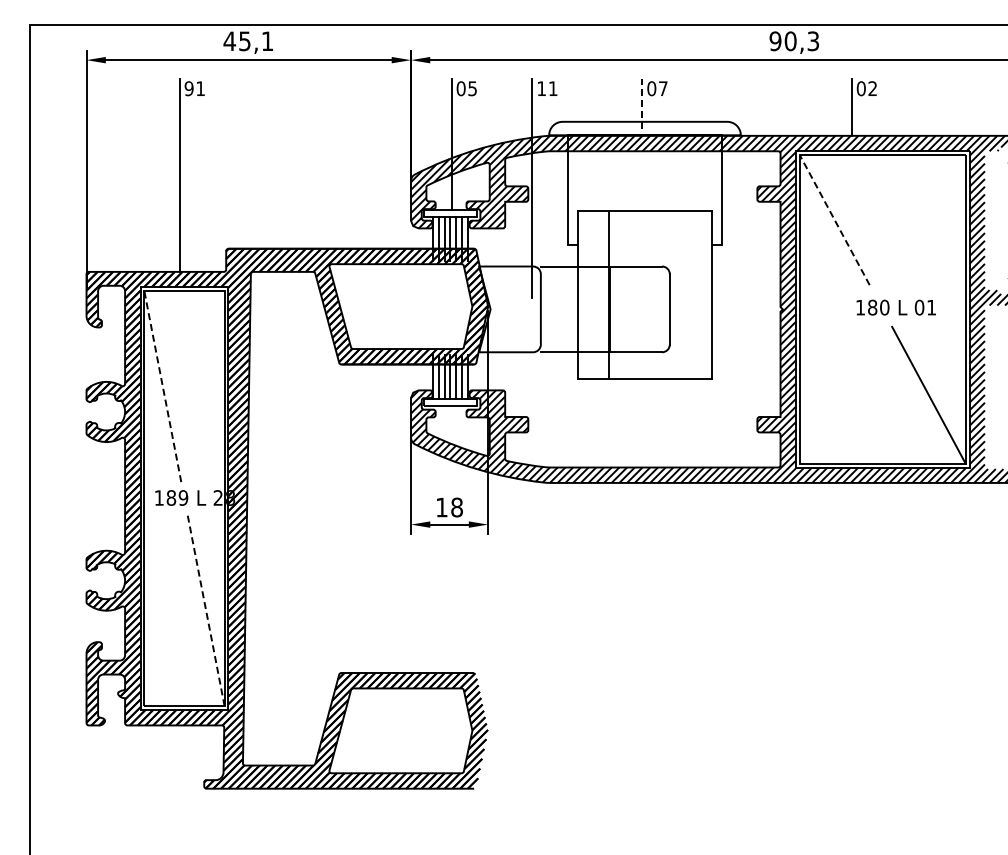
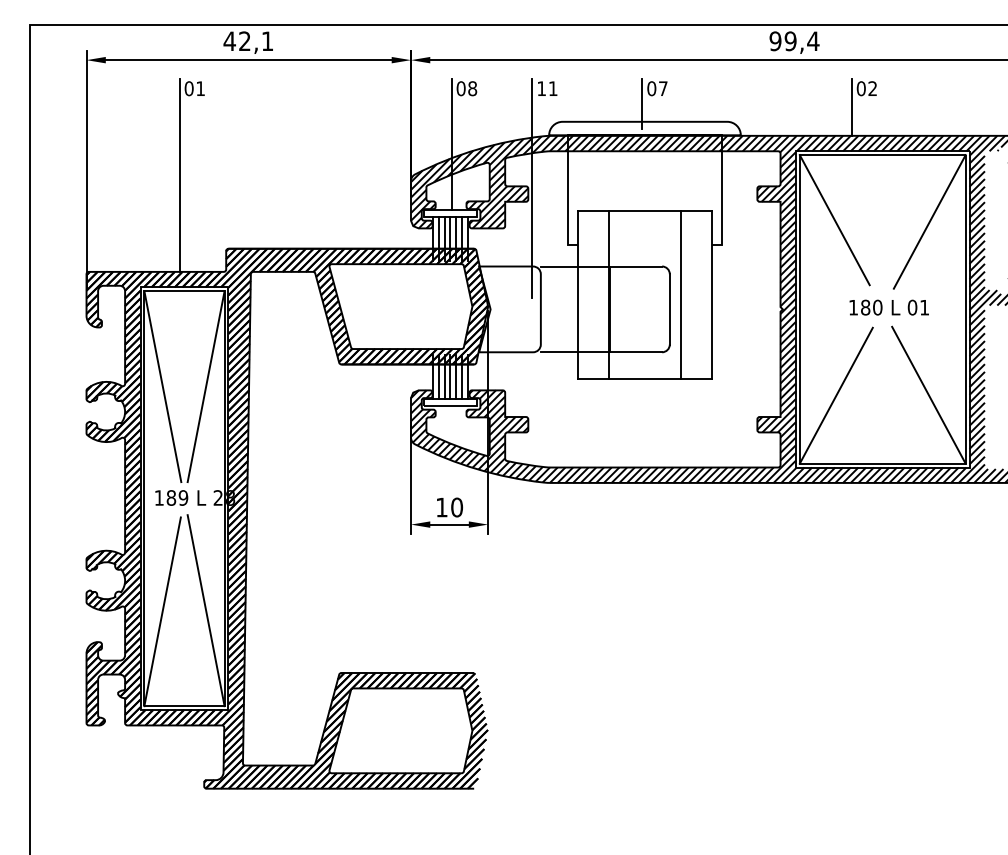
text at (244, 41): 45,1 -> 42,1
text at (801, 41): 90,3 -> 99,4
text at (188, 88): 91 -> 01
text at (472, 88): 05 -> 08
line at (642, 104): dashed -> solid
line at (834, 220): dashed -> solid
line at (929, 221): none -> present
line at (681, 294): none -> present
text at (895, 307) position: (895, 307) -> (888, 307)
line at (162, 386): dashed -> solid
line at (205, 386): none -> present
line at (835, 395): none -> present
text at (457, 507): 18 -> 10
line at (206, 610): dashed -> solid
line at (162, 611): none -> present
